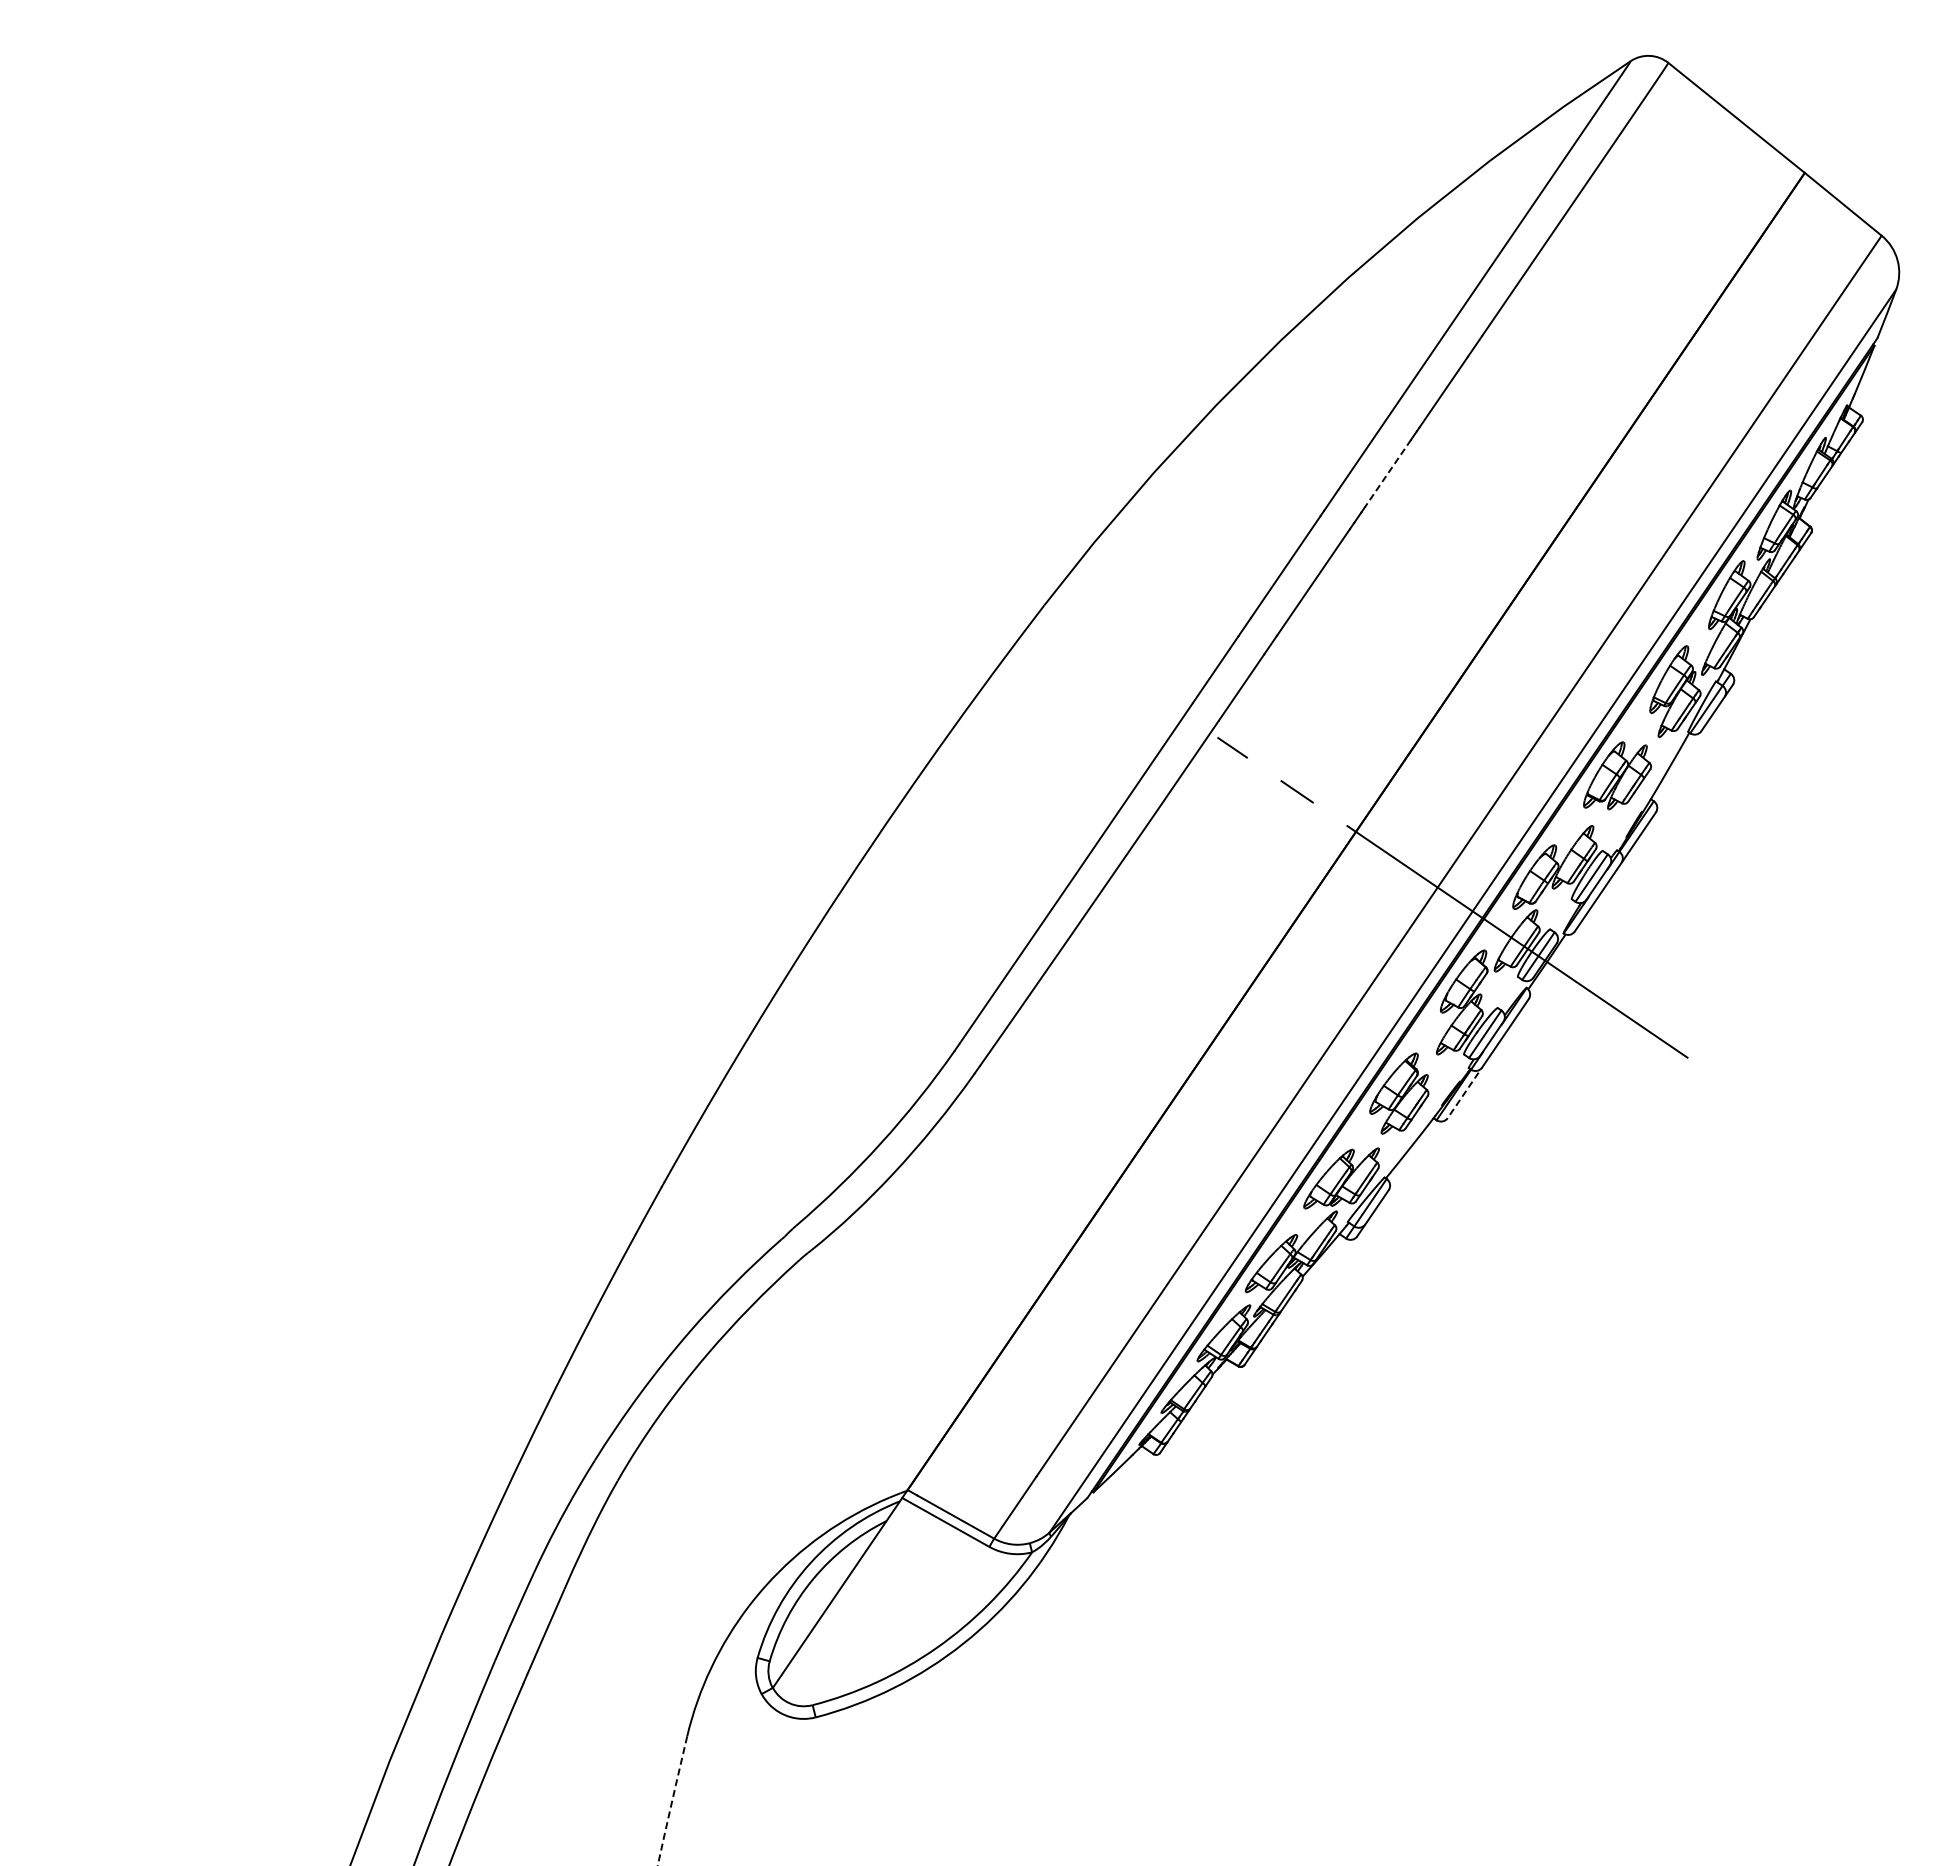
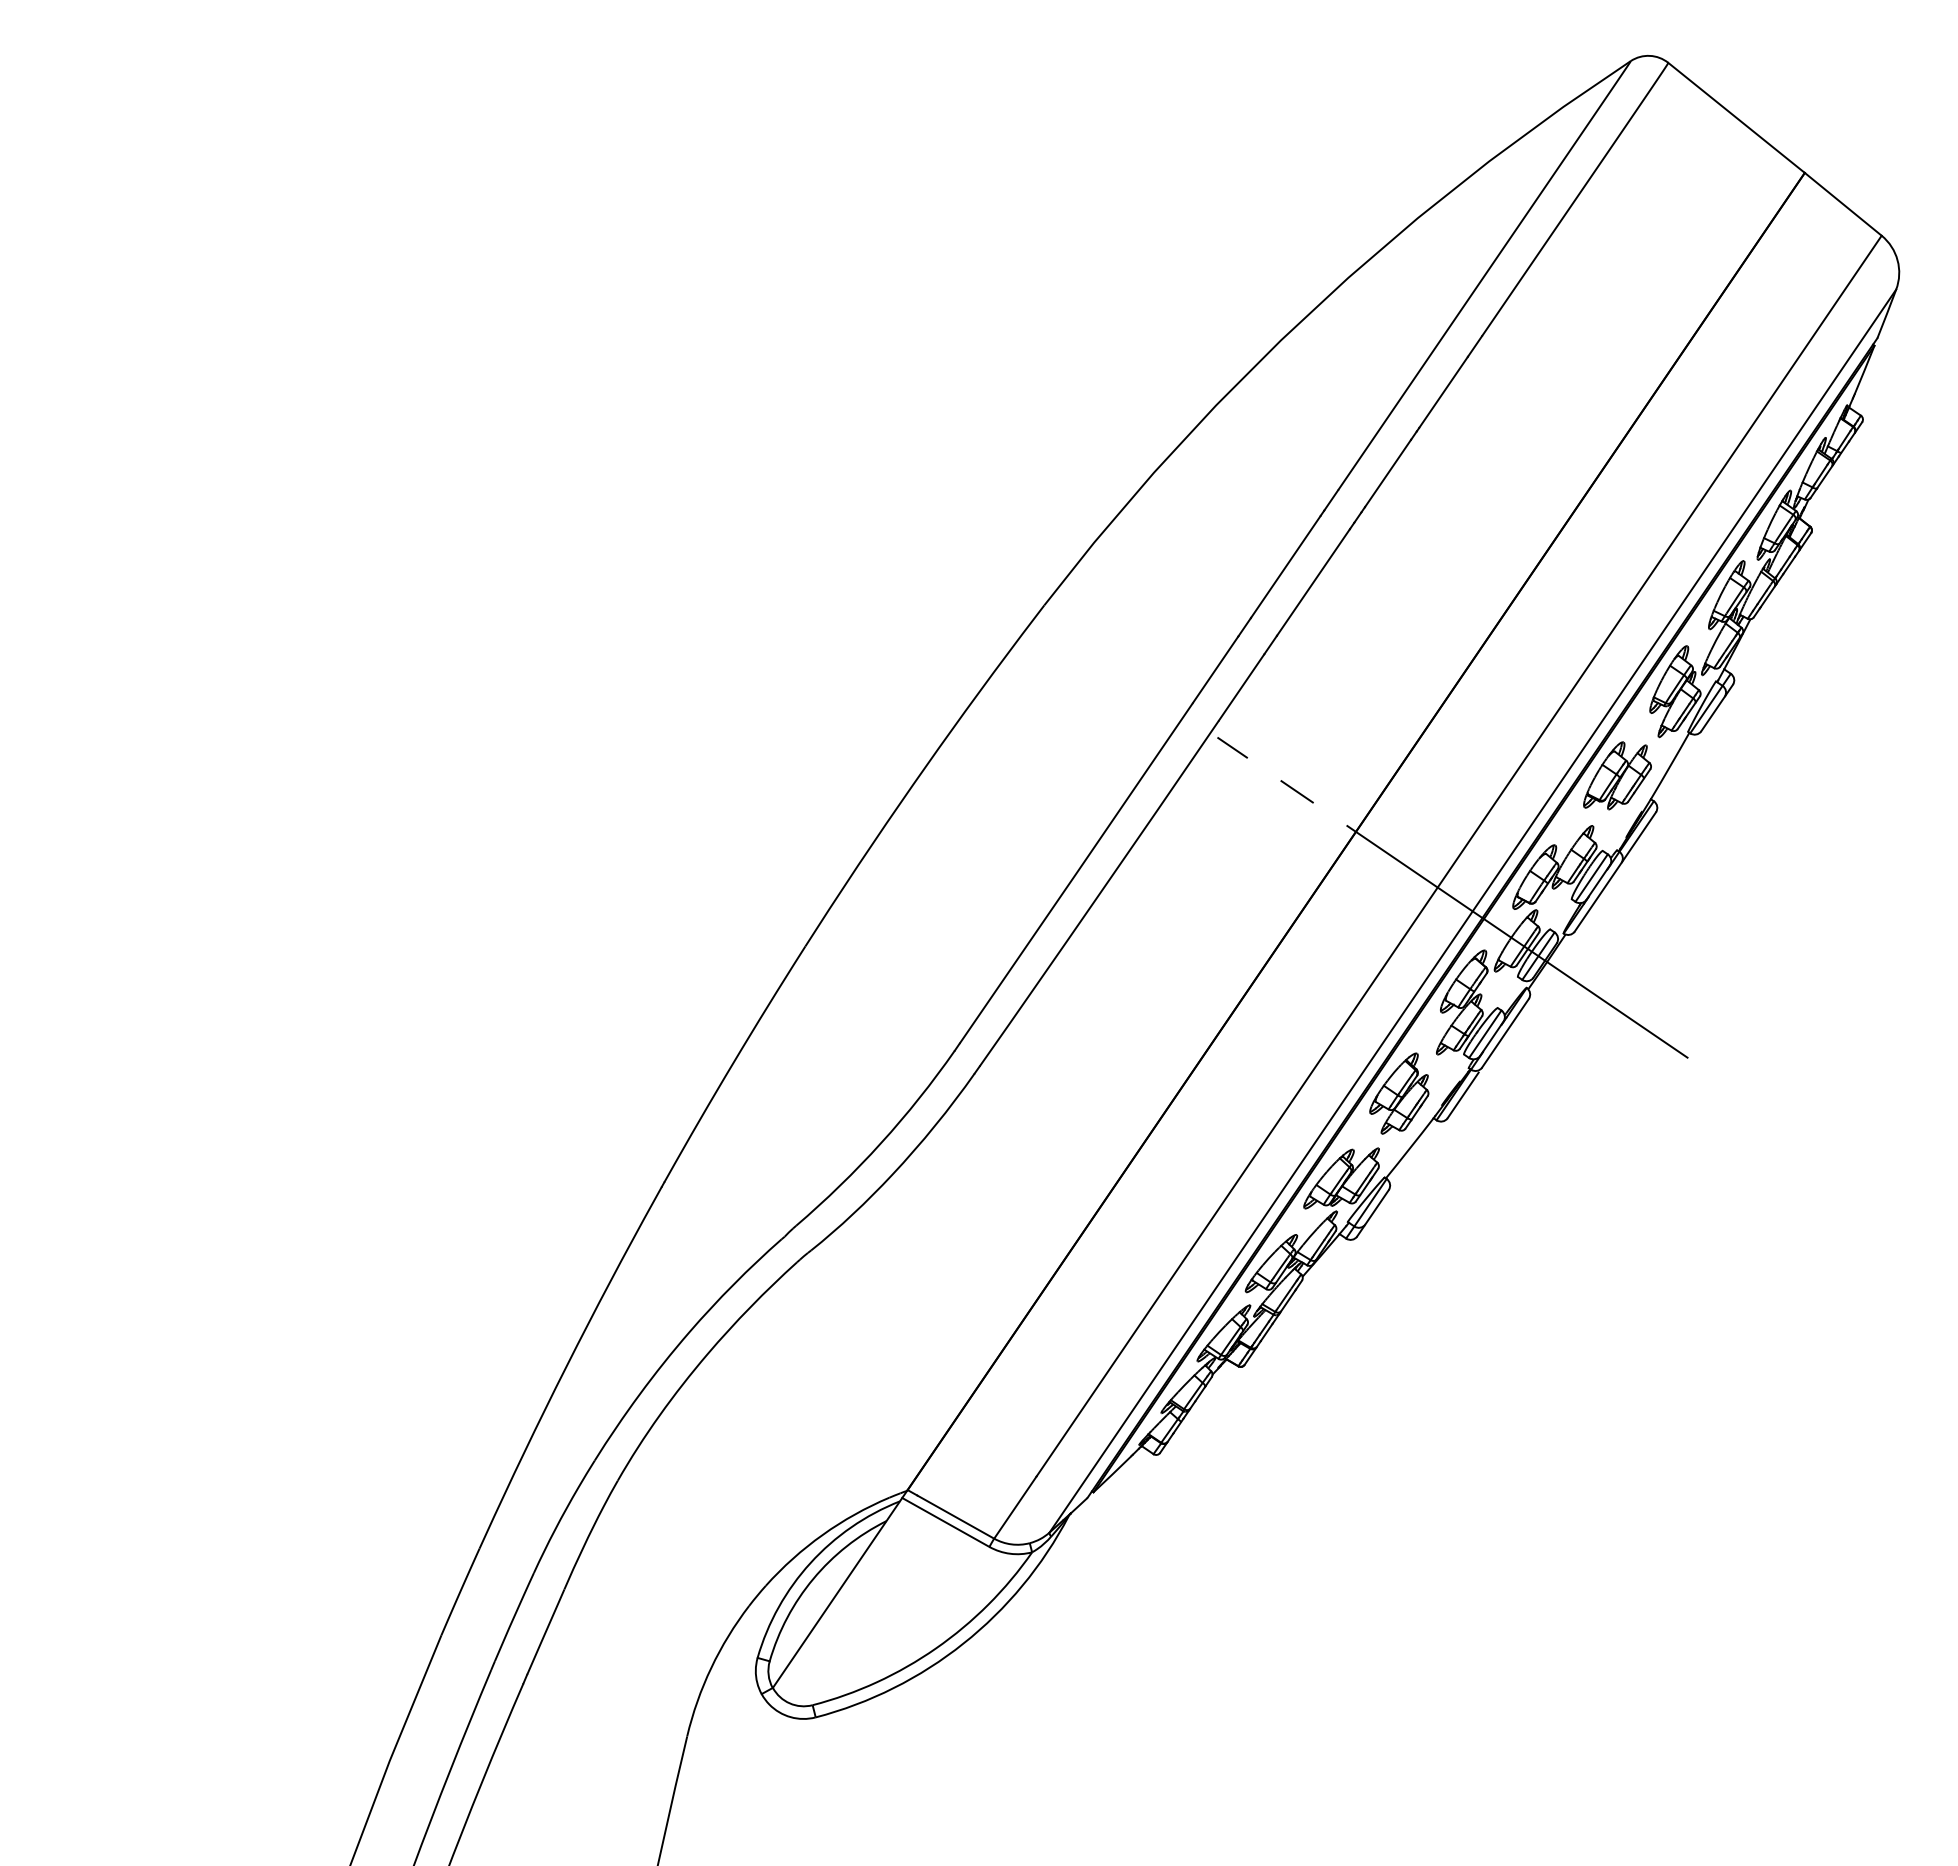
line at (1388, 473): dashed -> solid
line at (1463, 1095): dashed -> solid
arc at (672, 1801): dashed -> solid
